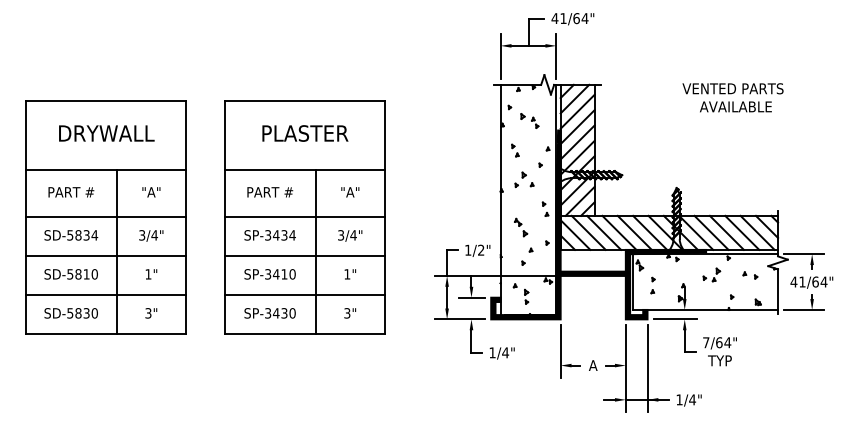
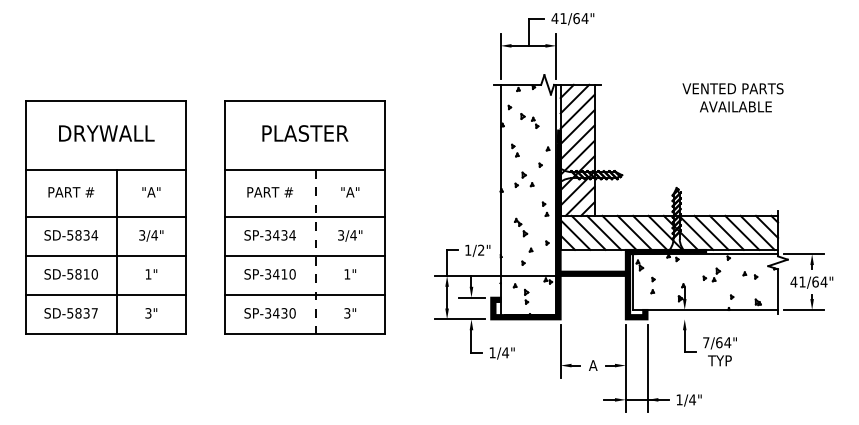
line at (315, 252): solid -> dashed
text at (94, 313): SD-5830 -> SD-5837
line at (674, 319): present -> none
